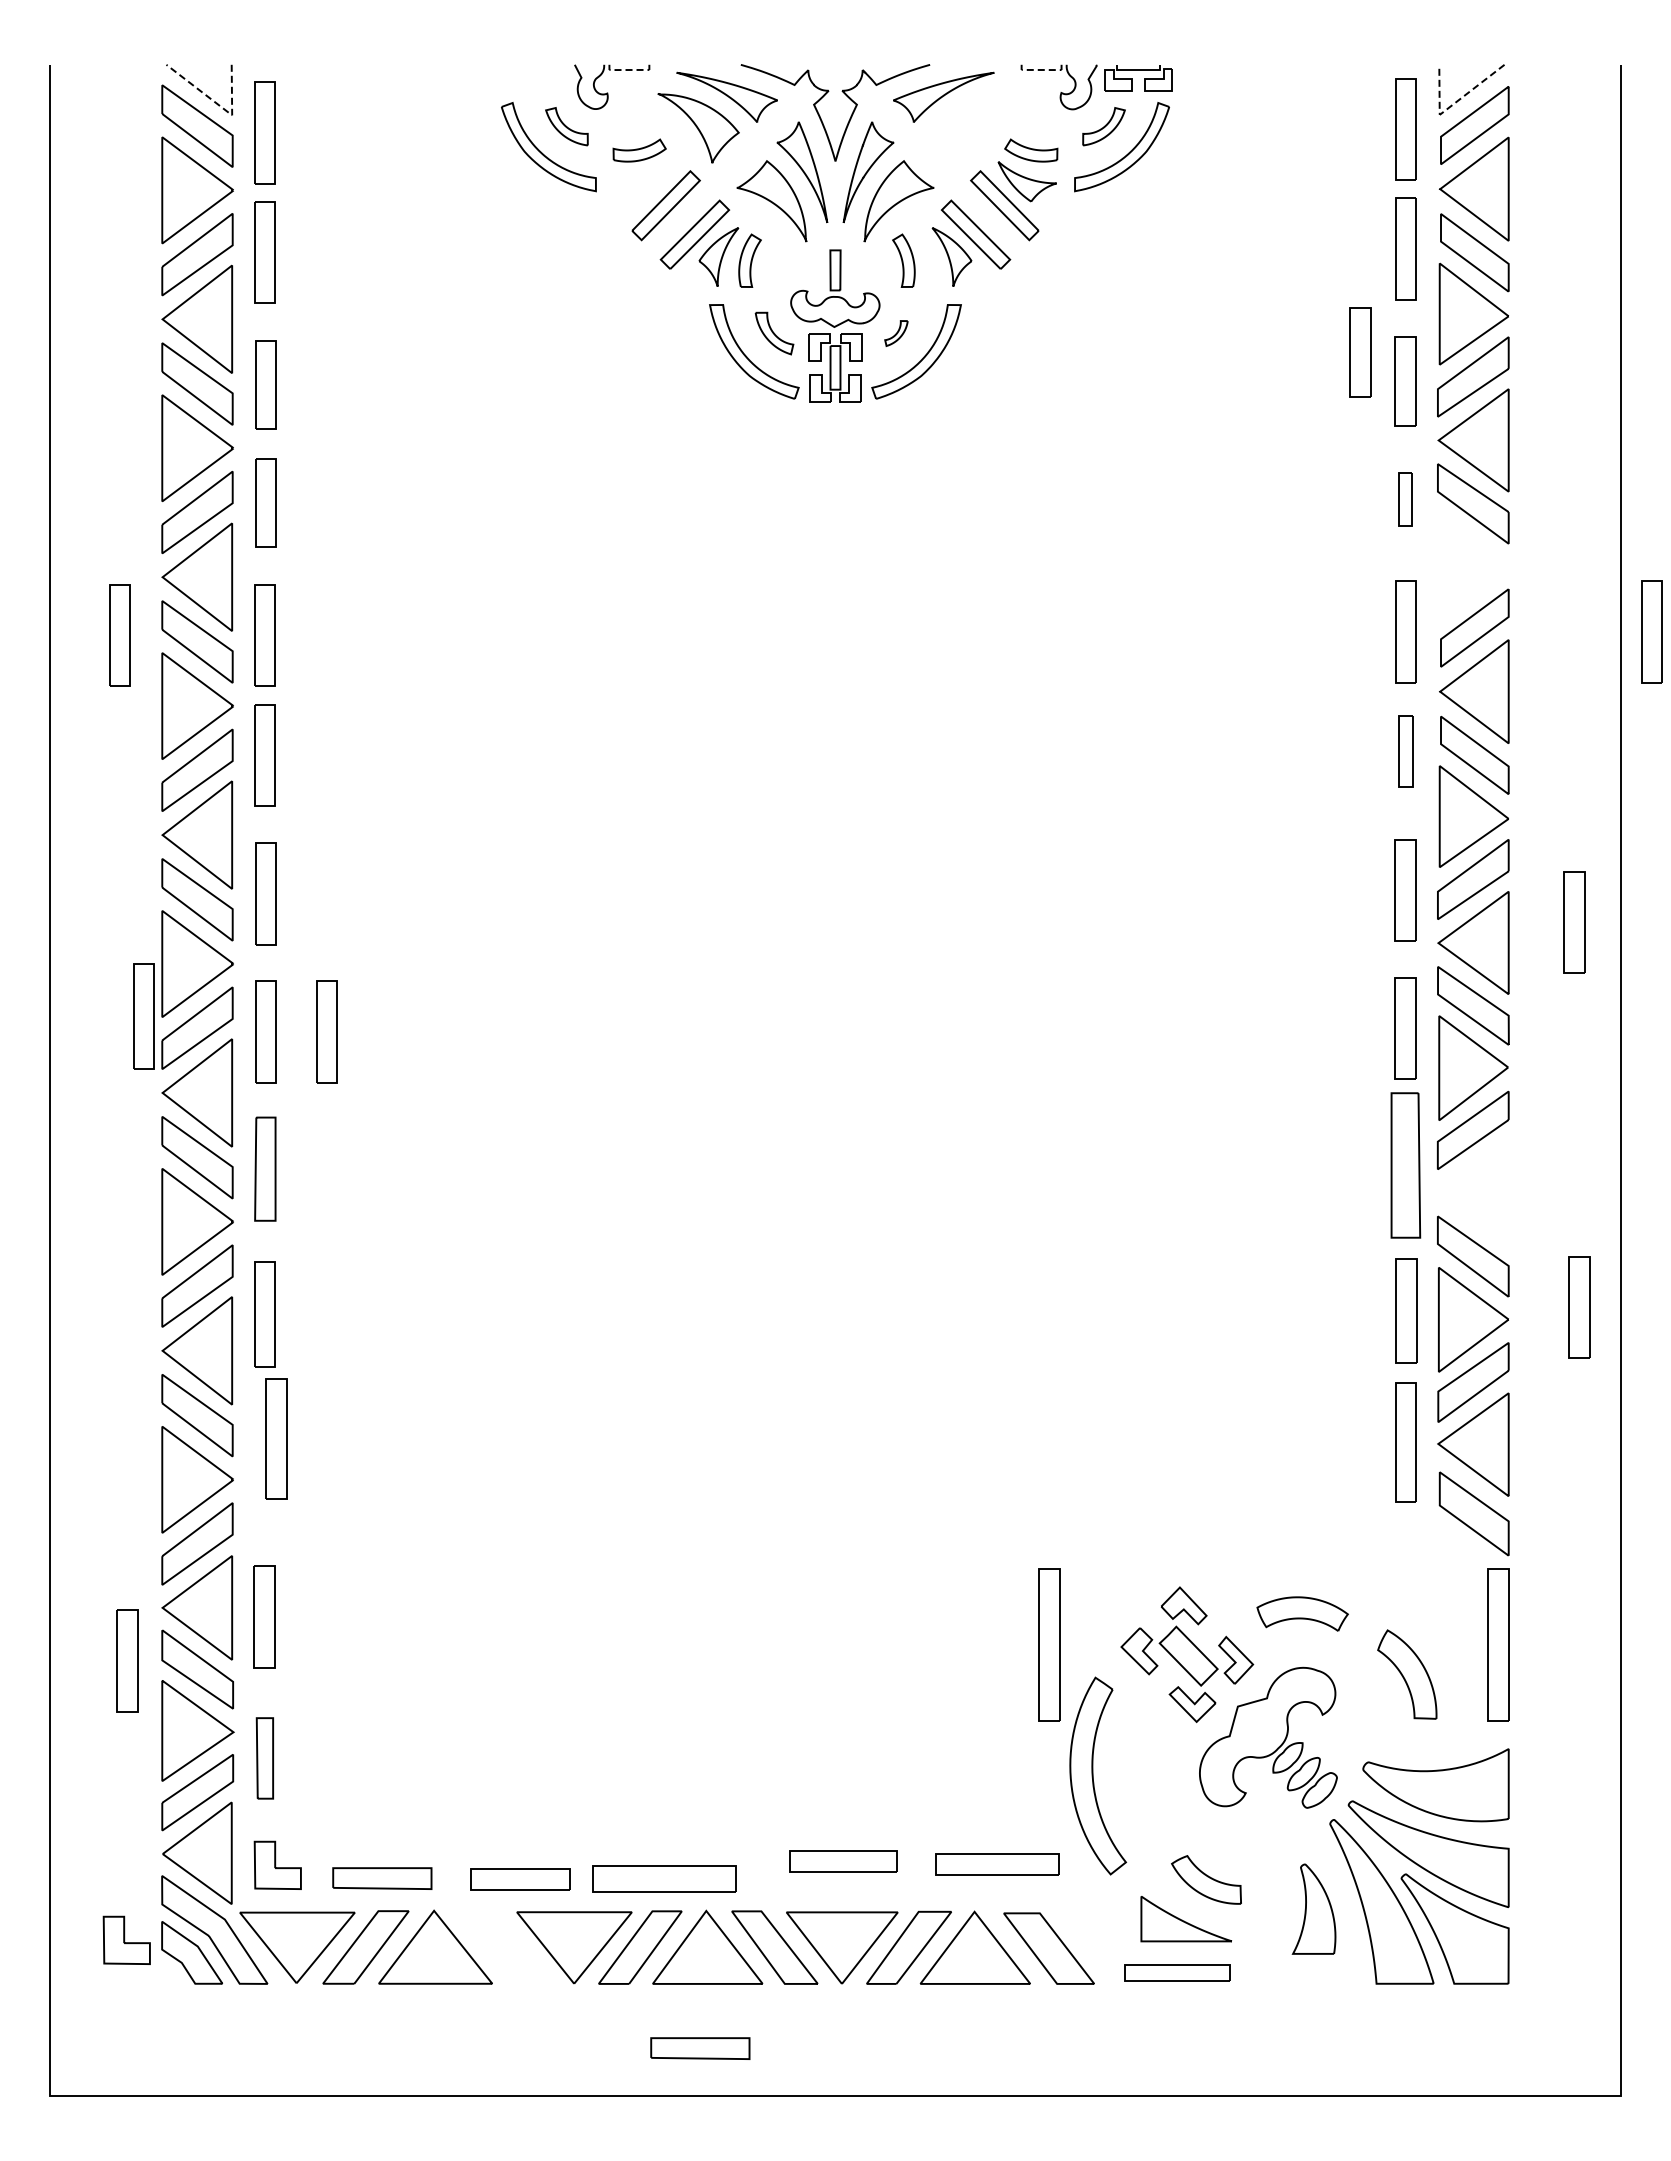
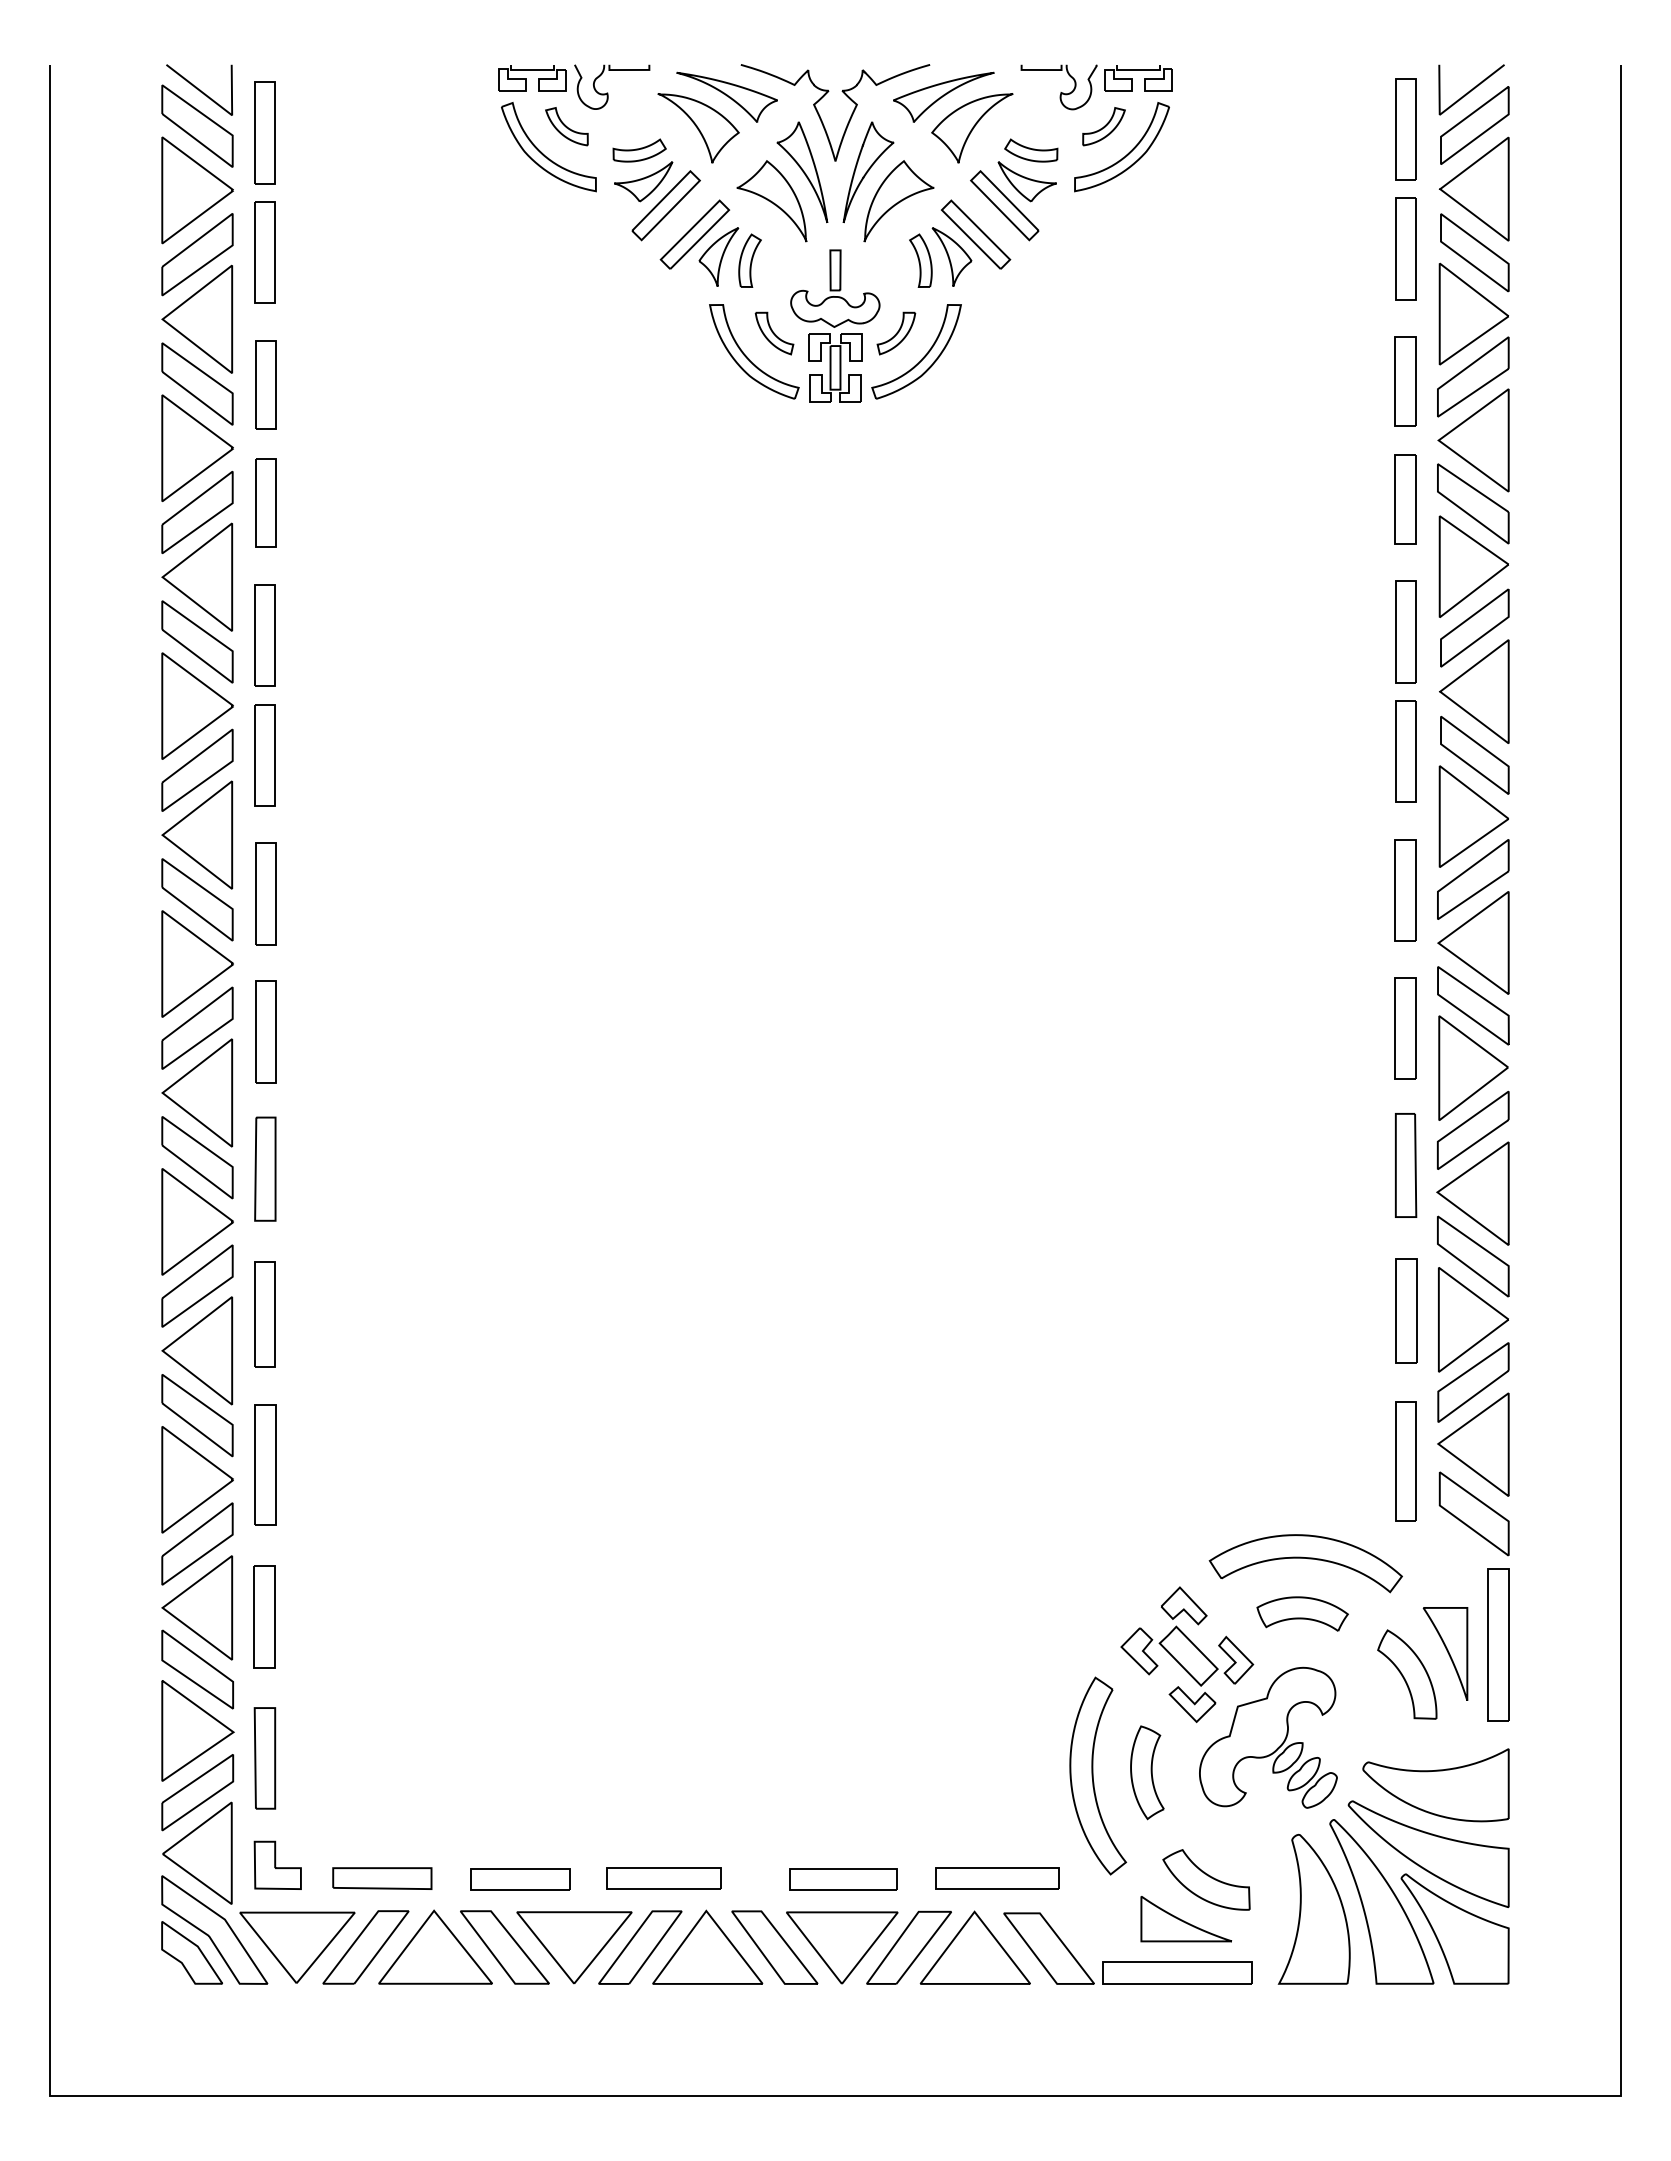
line at (629, 70): dashed -> solid
line at (1041, 70): dashed -> solid
part at (532, 78): none -> present
line at (219, 105): dashed -> solid
line at (1451, 105): dashed -> solid
part at (972, 128): none -> present
part at (643, 181): none -> present
part at (903, 260) position: (903, 260) -> (920, 260)
part at (896, 333) size: 25x27 px -> 41x45 px
part at (1360, 352): present -> none
part at (1405, 499) size: 15x55 px -> 23x91 px
part at (1473, 566): none -> present
part at (1651, 631): present -> none
part at (119, 635): present -> none
part at (1405, 751) size: 16x73 px -> 22x103 px
part at (1574, 922): present -> none
part at (143, 1016): present -> none
part at (326, 1031): present -> none
part at (1405, 1165) size: 32x147 px -> 23x105 px
part at (1472, 1193): none -> present
part at (1579, 1307): present -> none
part at (276, 1438) position: (276, 1438) -> (265, 1464)
part at (1405, 1442) position: (1405, 1442) -> (1405, 1461)
part at (1305, 1563): none -> present
part at (1049, 1644): present -> none
part at (1445, 1653): none -> present
part at (127, 1660): present -> none
part at (264, 1758) size: 19x83 px -> 24x103 px
part at (1147, 1772): none -> present
part at (843, 1861) position: (843, 1861) -> (843, 1879)
part at (997, 1864) position: (997, 1864) -> (997, 1878)
part at (664, 1878) size: 145x28 px -> 116x23 px
part at (1206, 1879) size: 71x50 px -> 89x62 px
part at (1313, 1908) size: 46x92 px -> 74x152 px
part at (126, 1939): present -> none
part at (504, 1947): none -> present
part at (1177, 1972) size: 107x18 px -> 151x24 px
part at (700, 2048): present -> none
